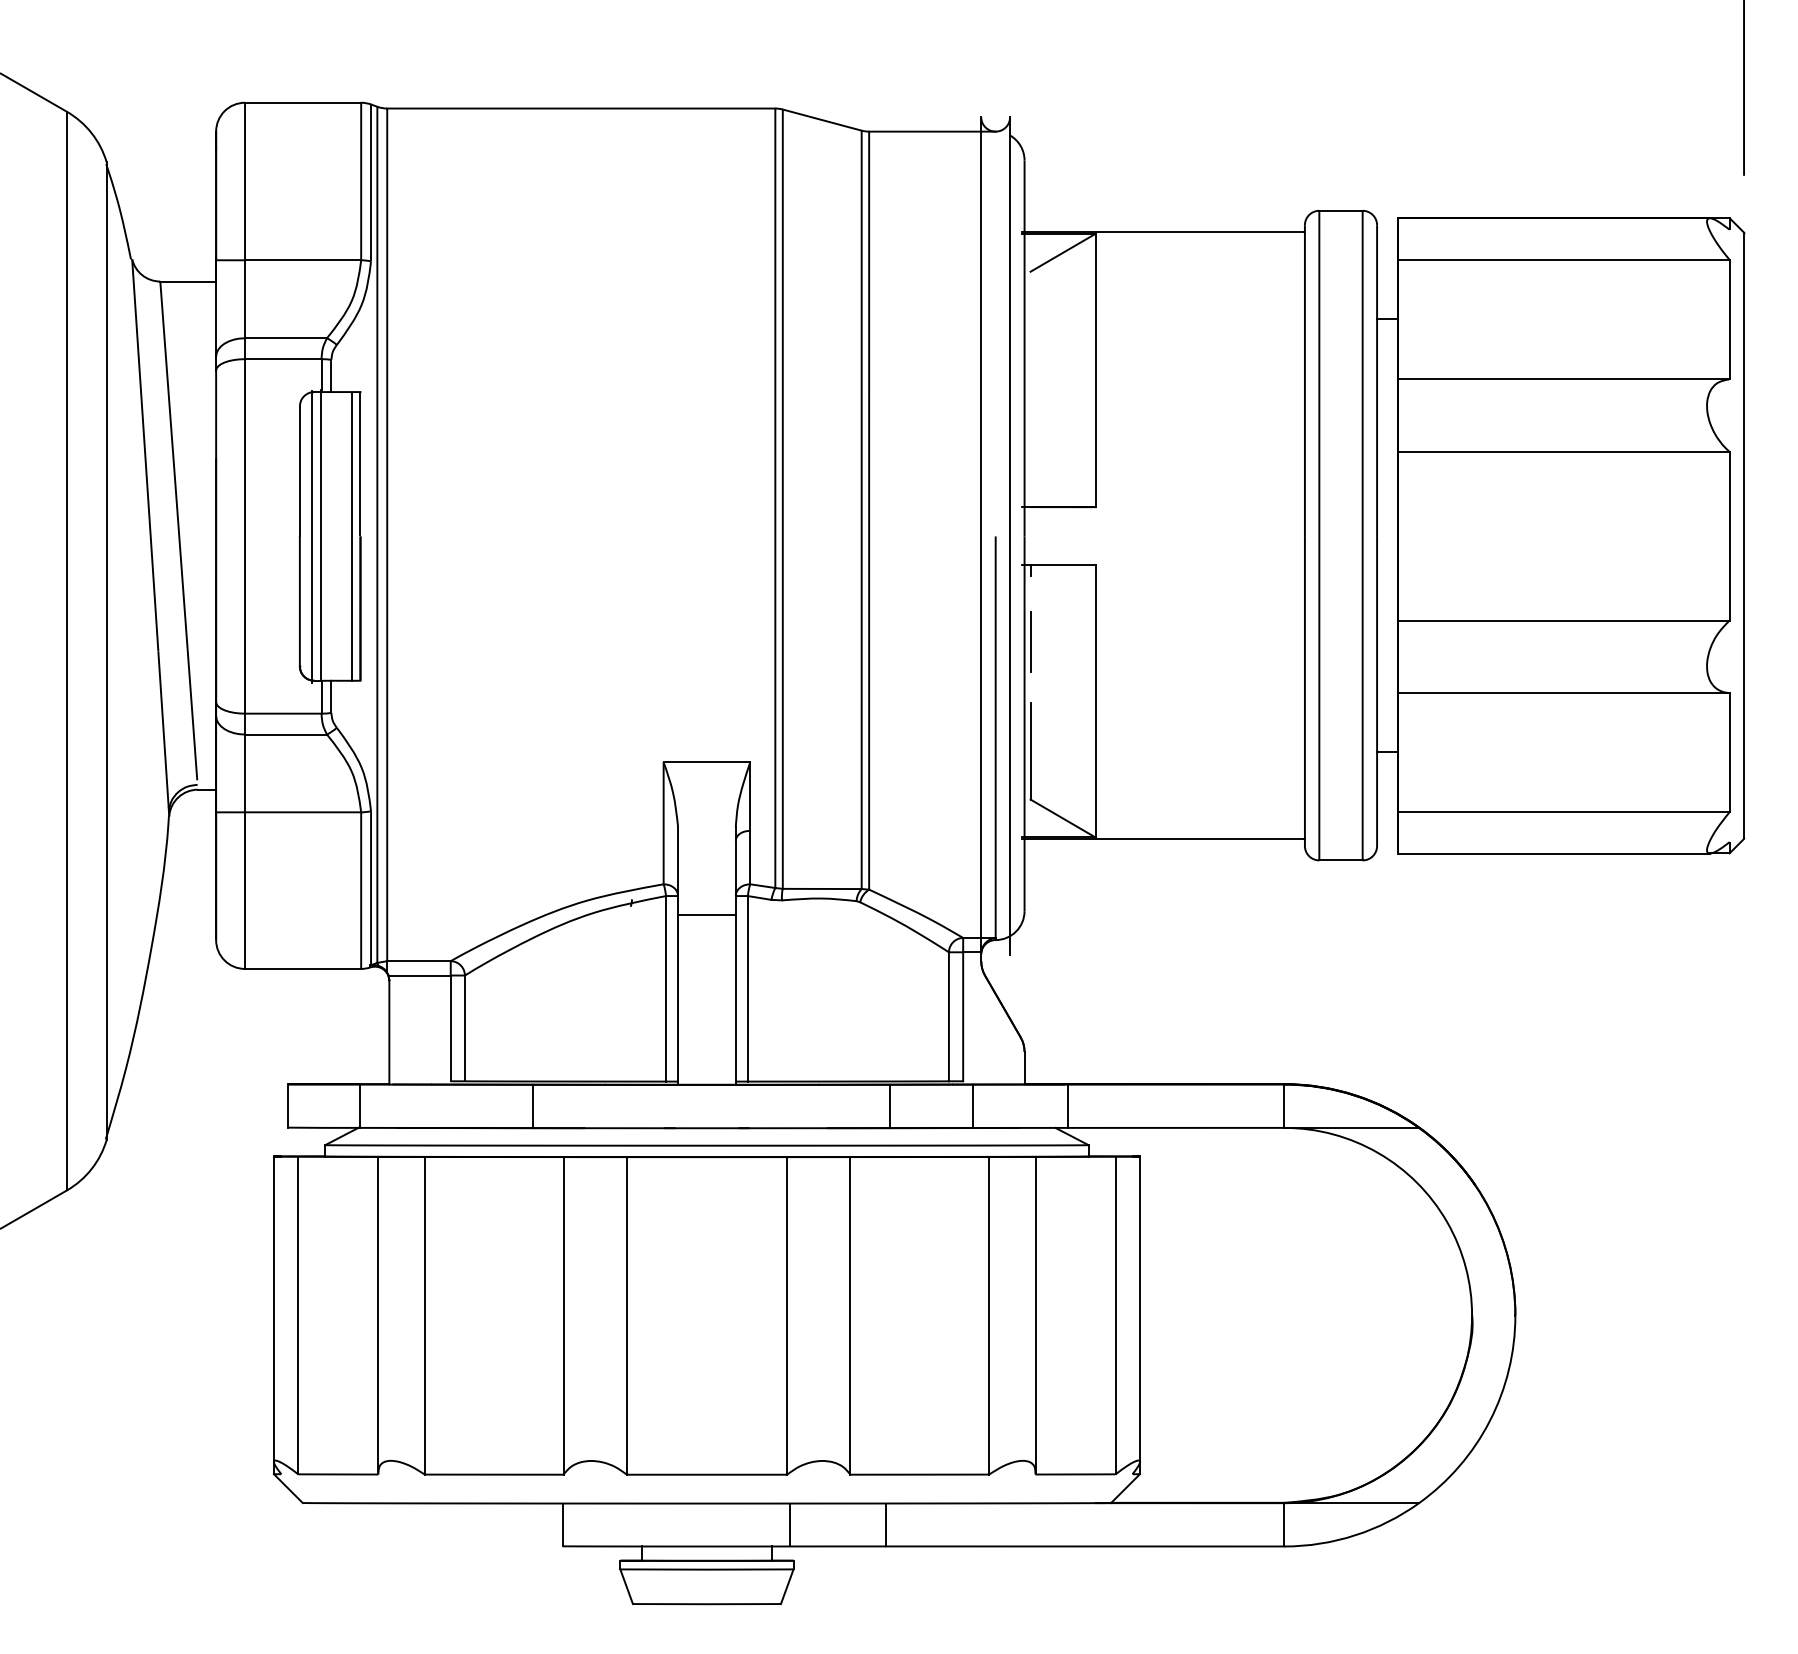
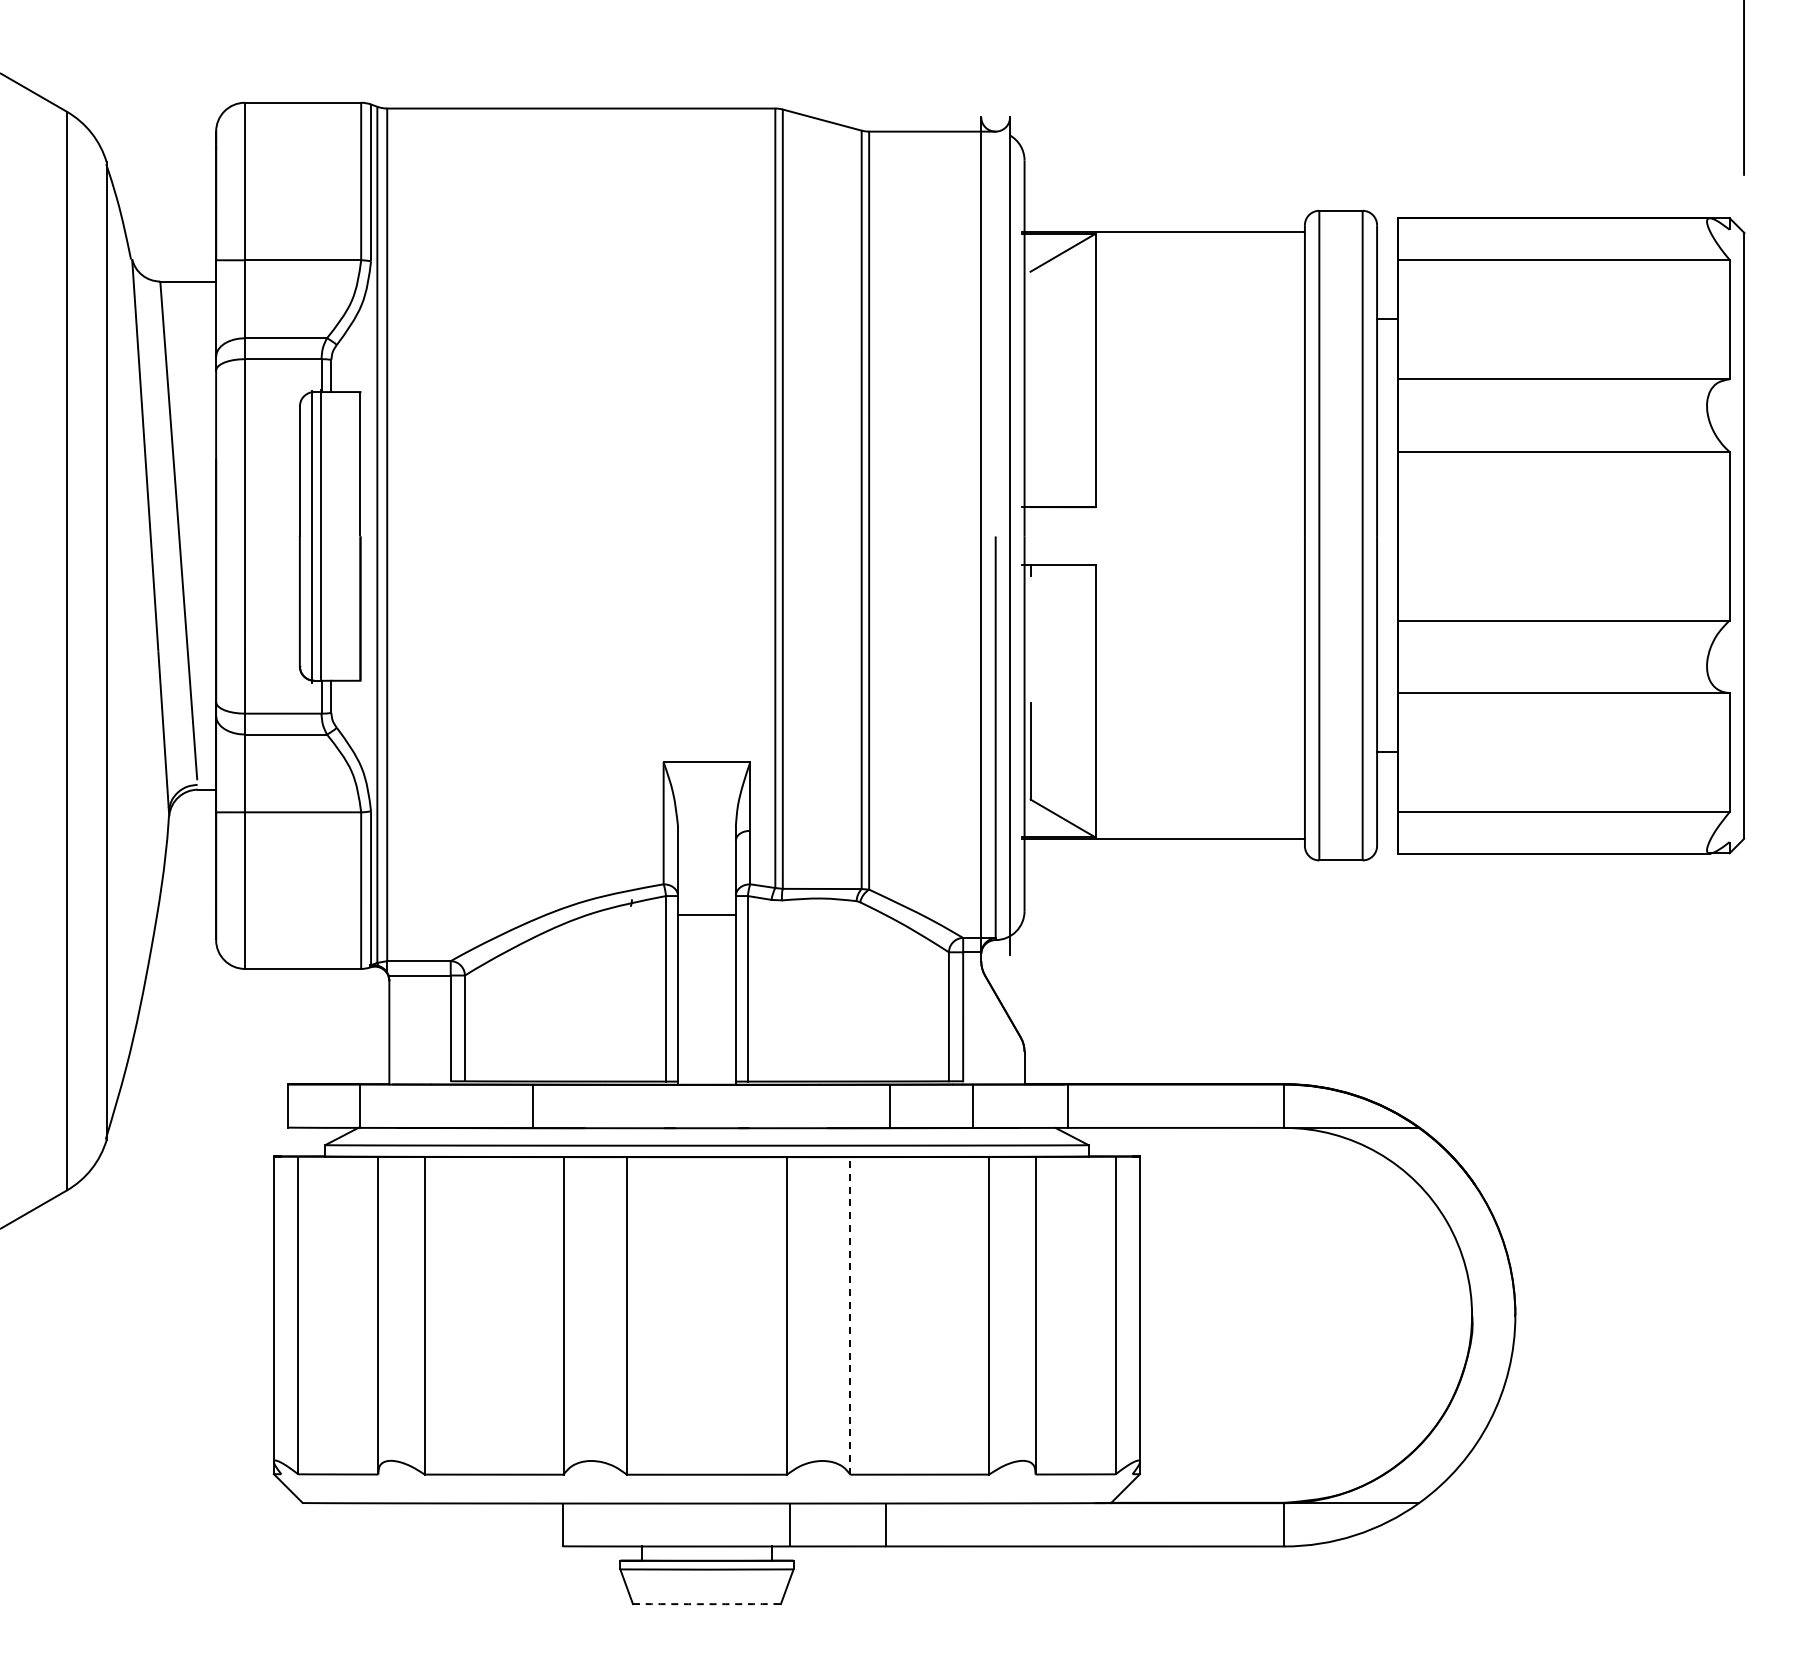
line at (352, 536): present -> none
line at (1030, 641): present -> none
line at (850, 1315): solid -> dashed
arc at (706, 1604): solid -> dashed
